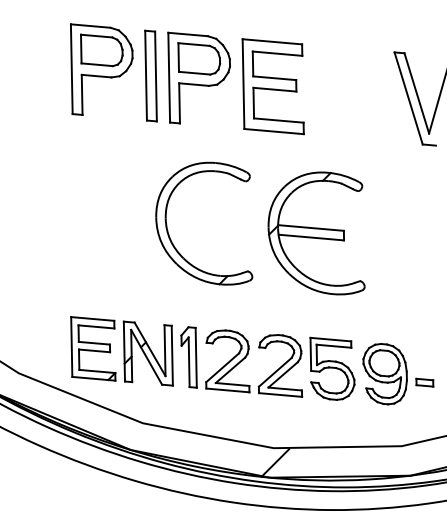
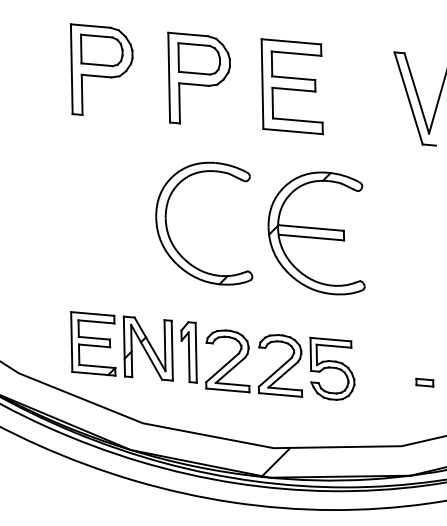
part at (150, 75): present -> none
part at (272, 86) position: (272, 86) -> (291, 86)
part at (133, 352) position: (133, 352) -> (133, 347)
part at (384, 374): present -> none
